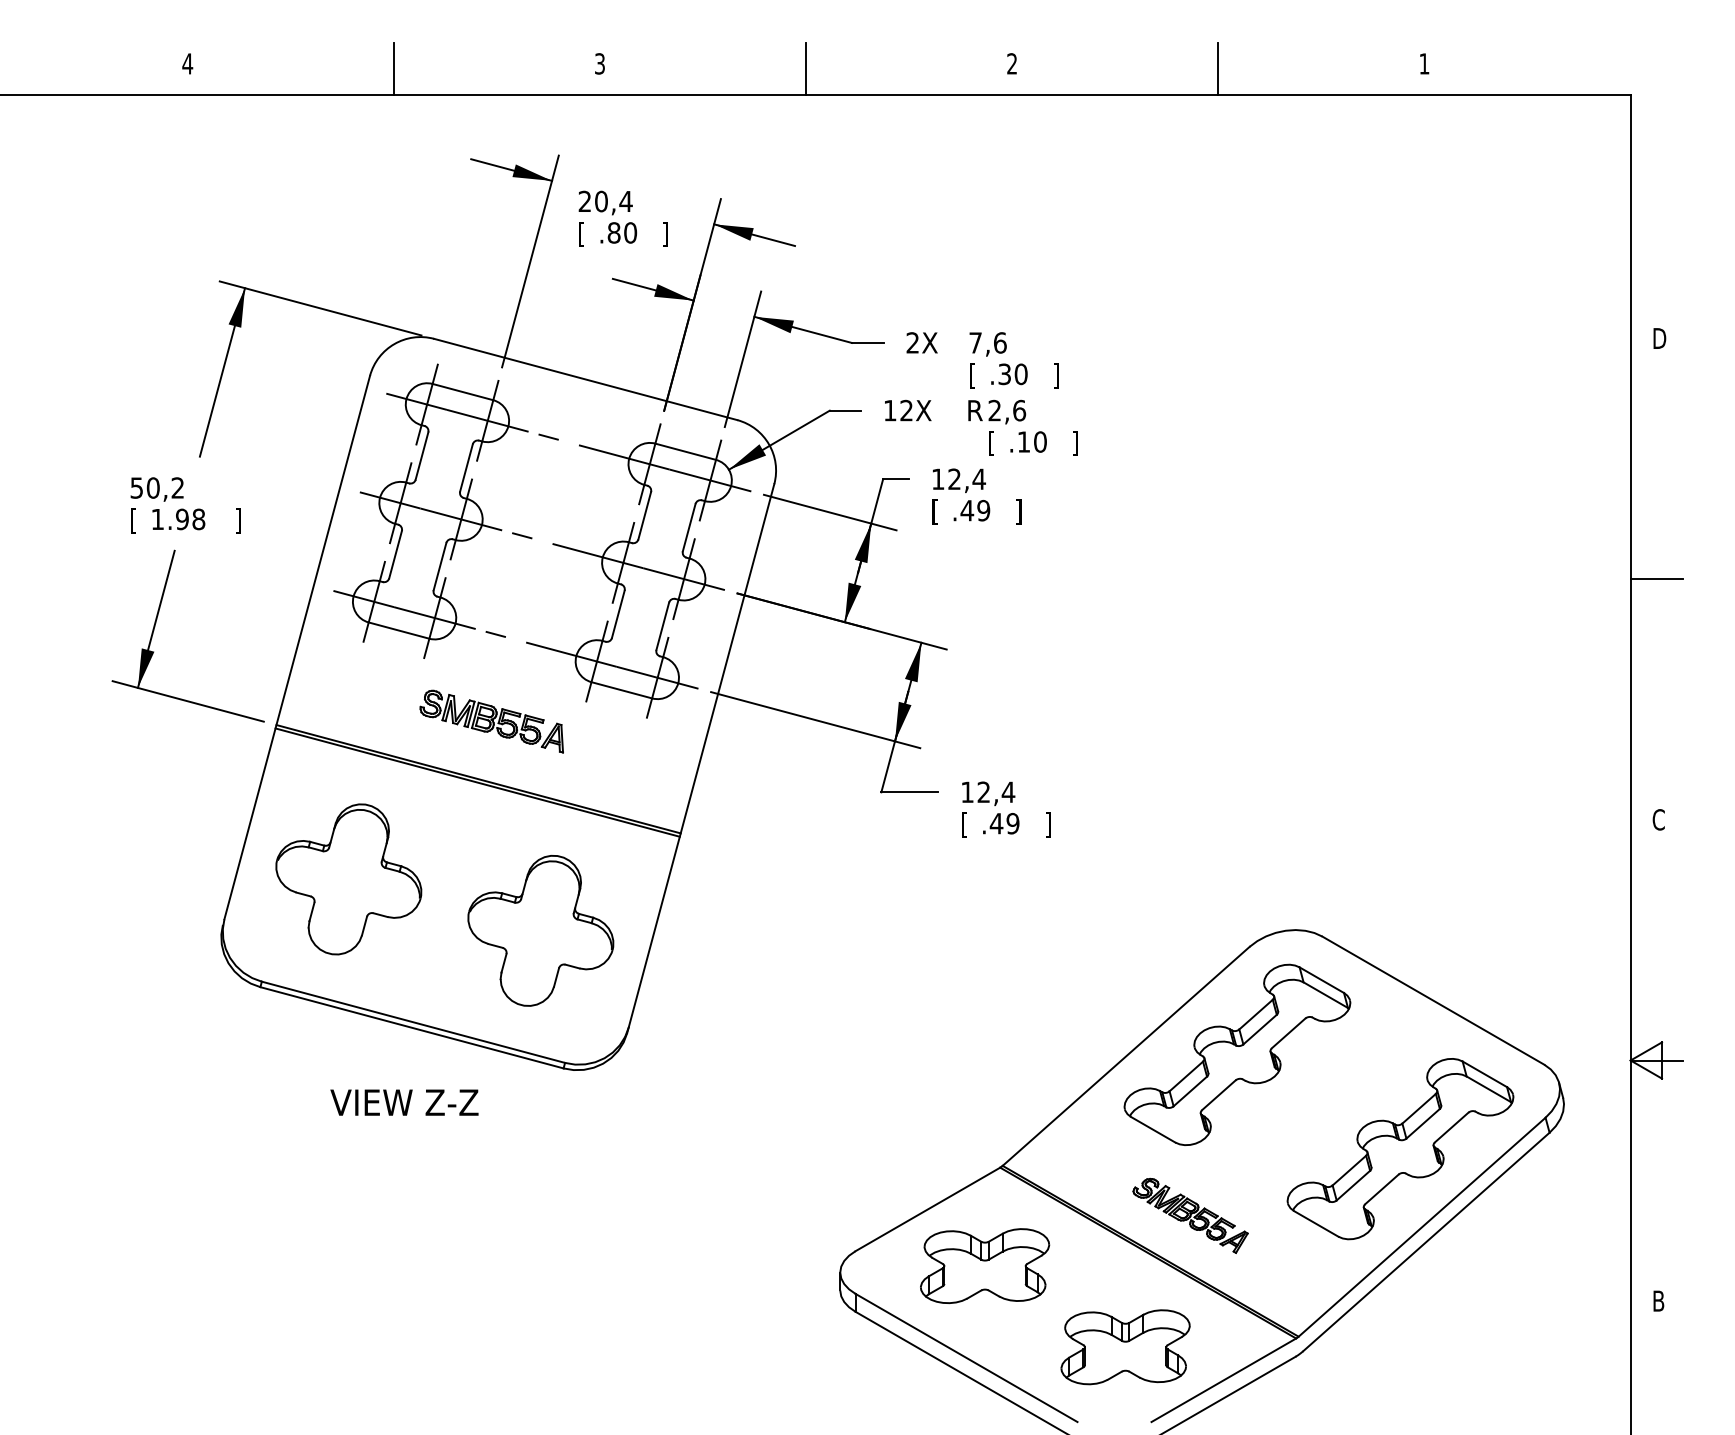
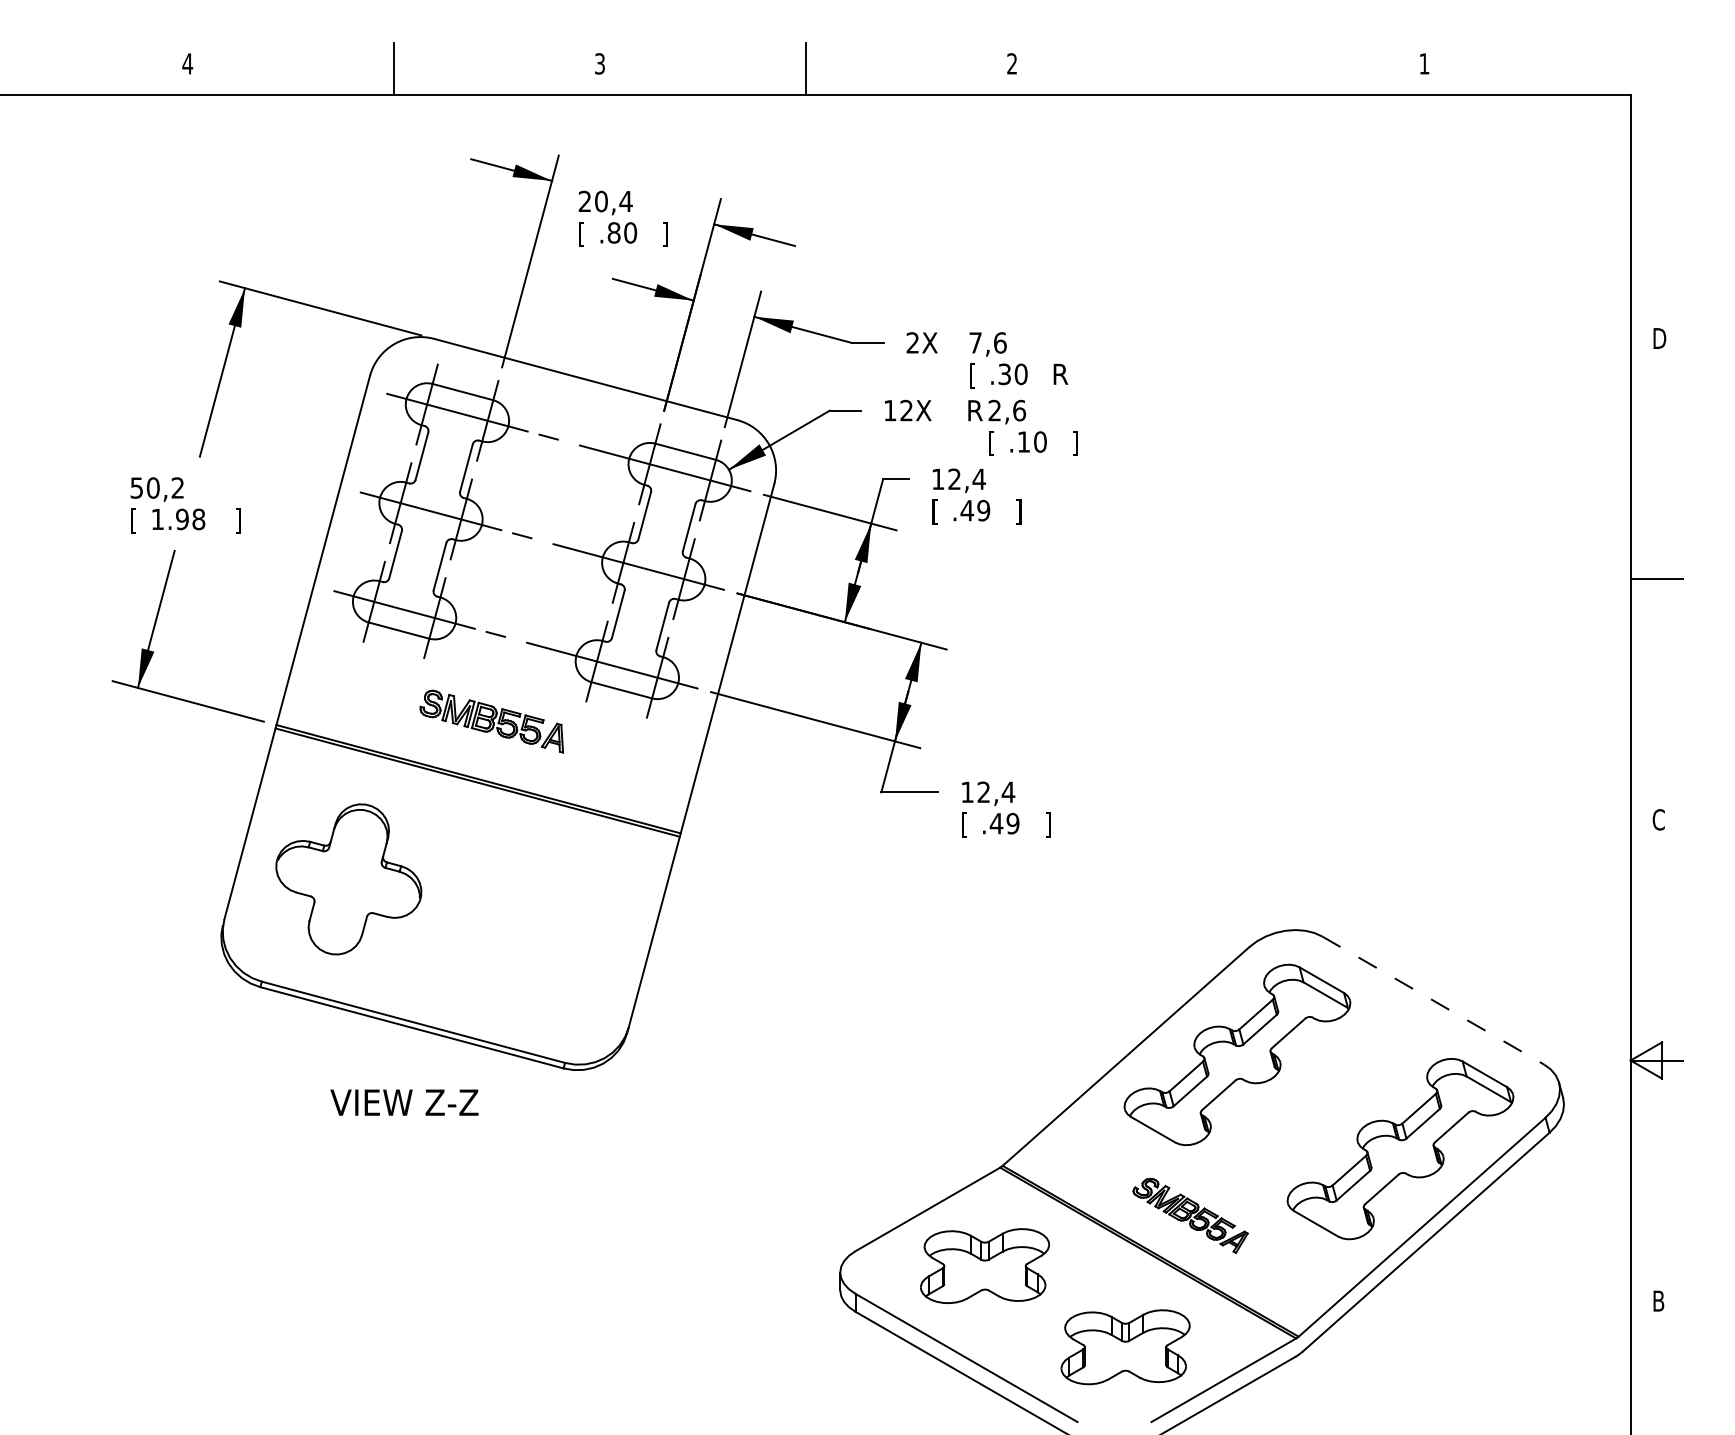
line at (1218, 68): present -> none
text at (1060, 375): ] -> R
part at (540, 930): present -> none
line at (1433, 1000): solid -> dashed
